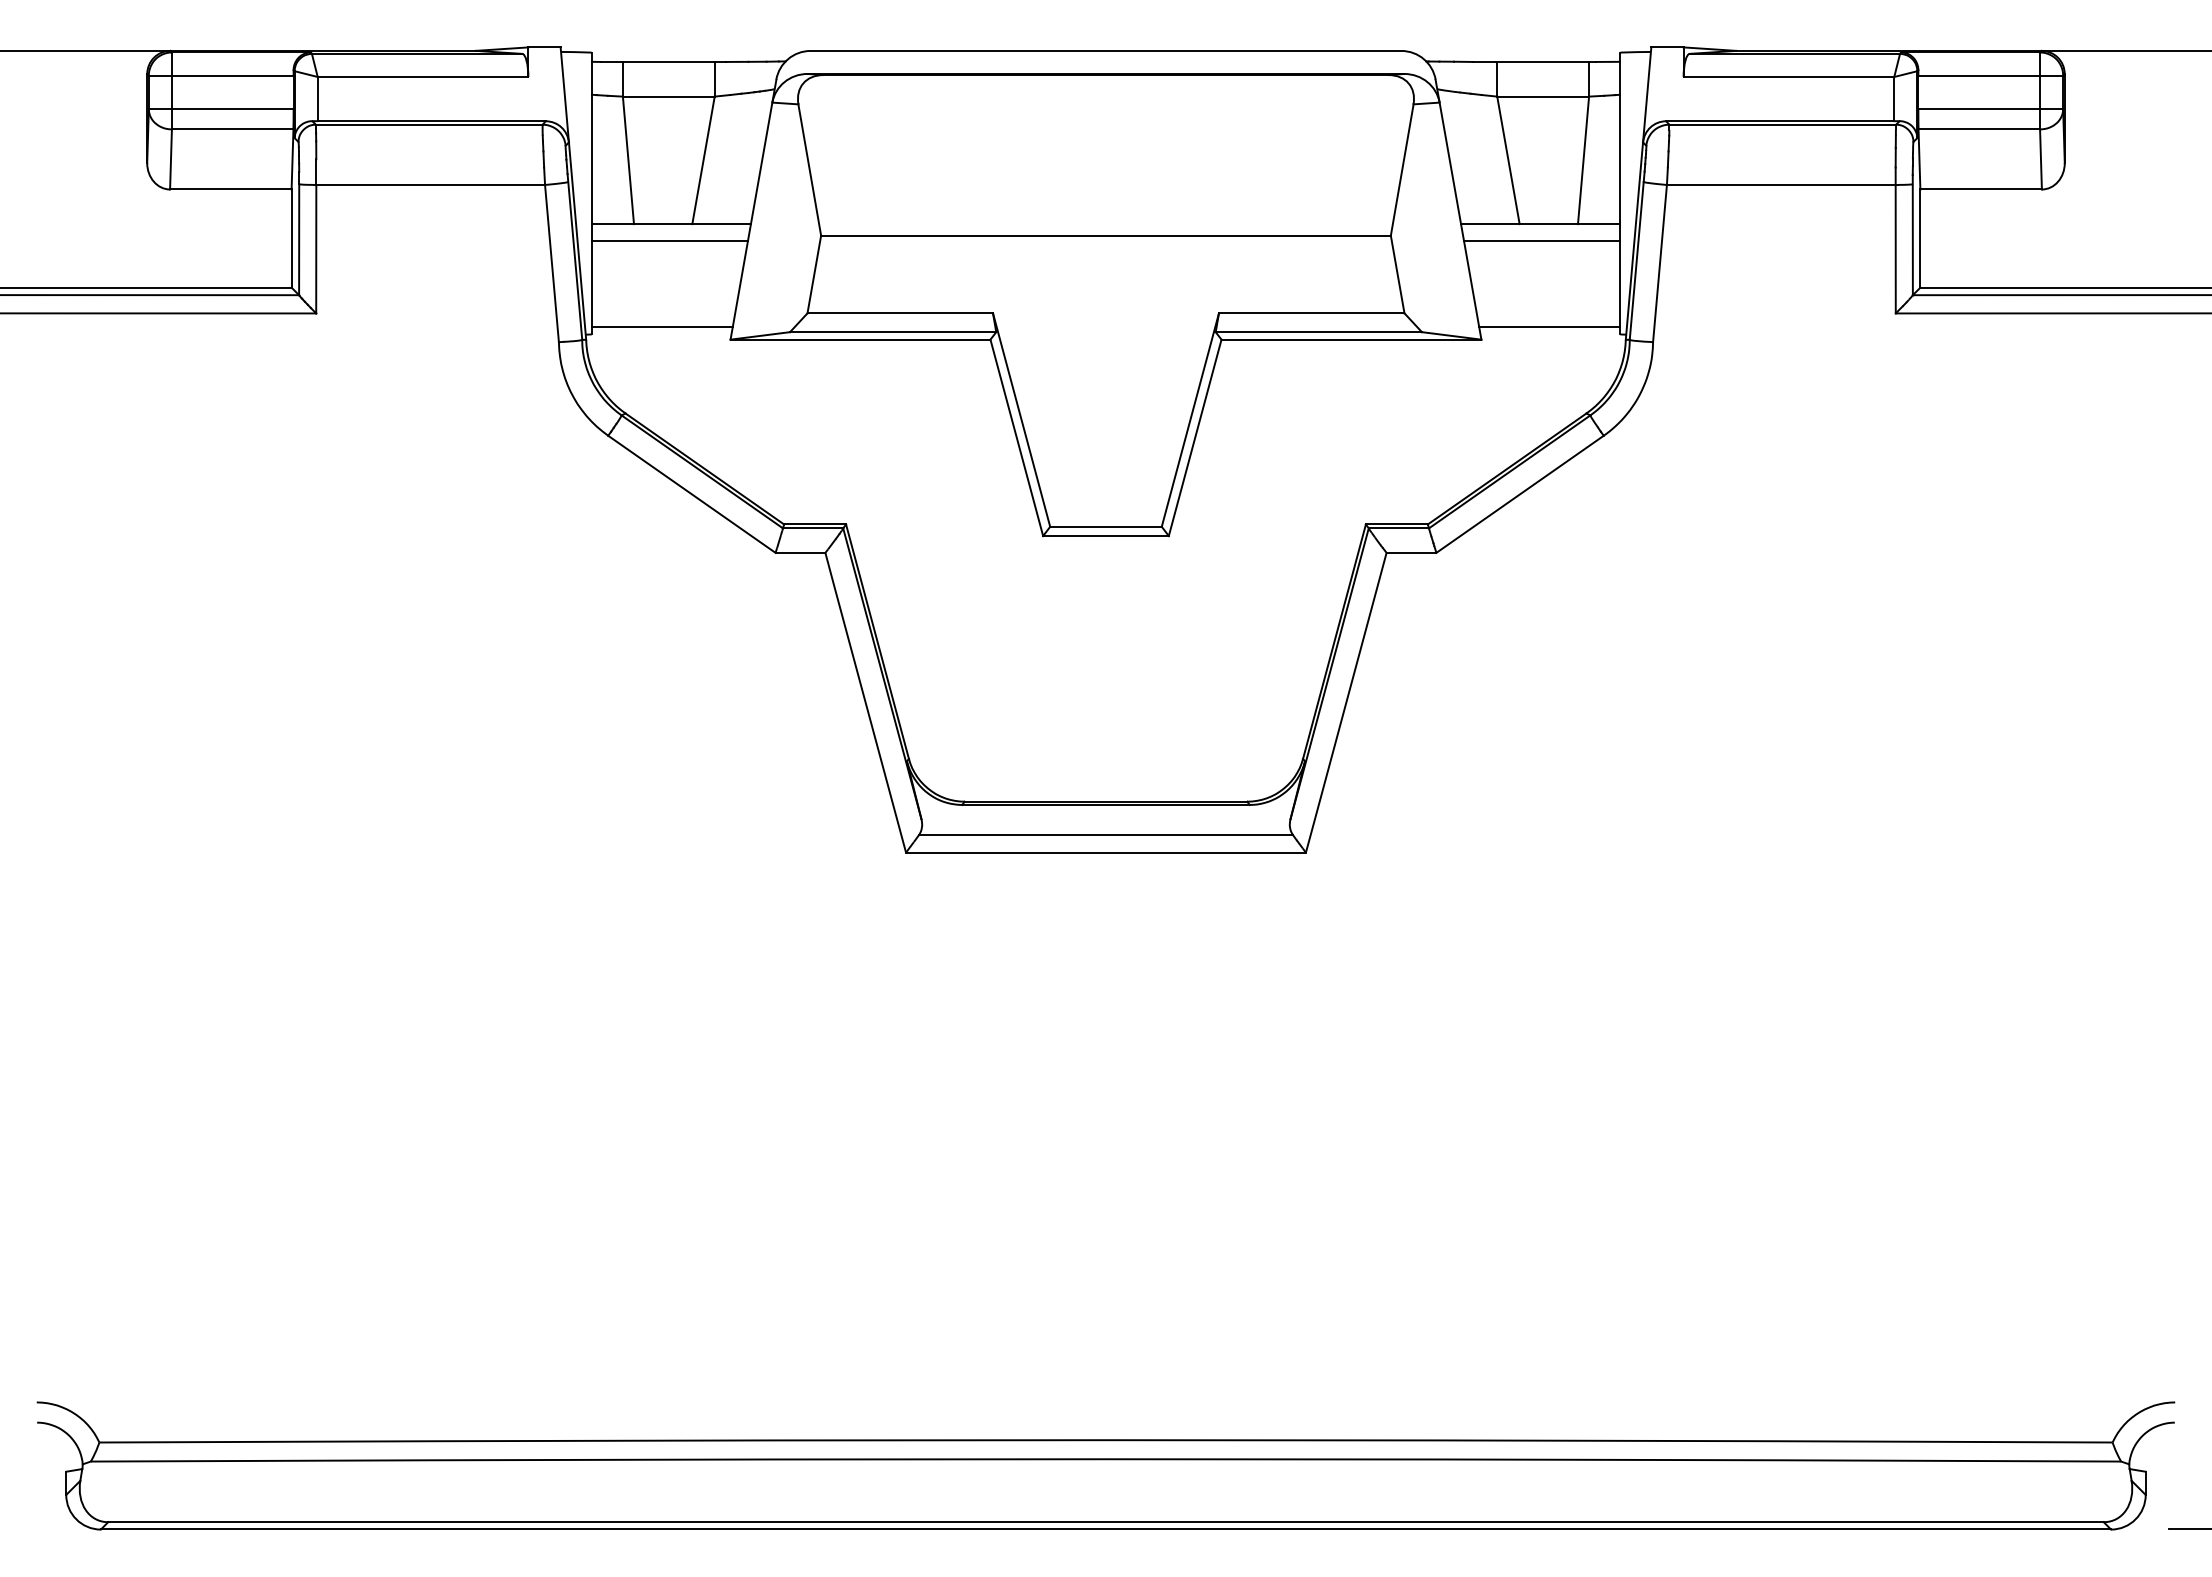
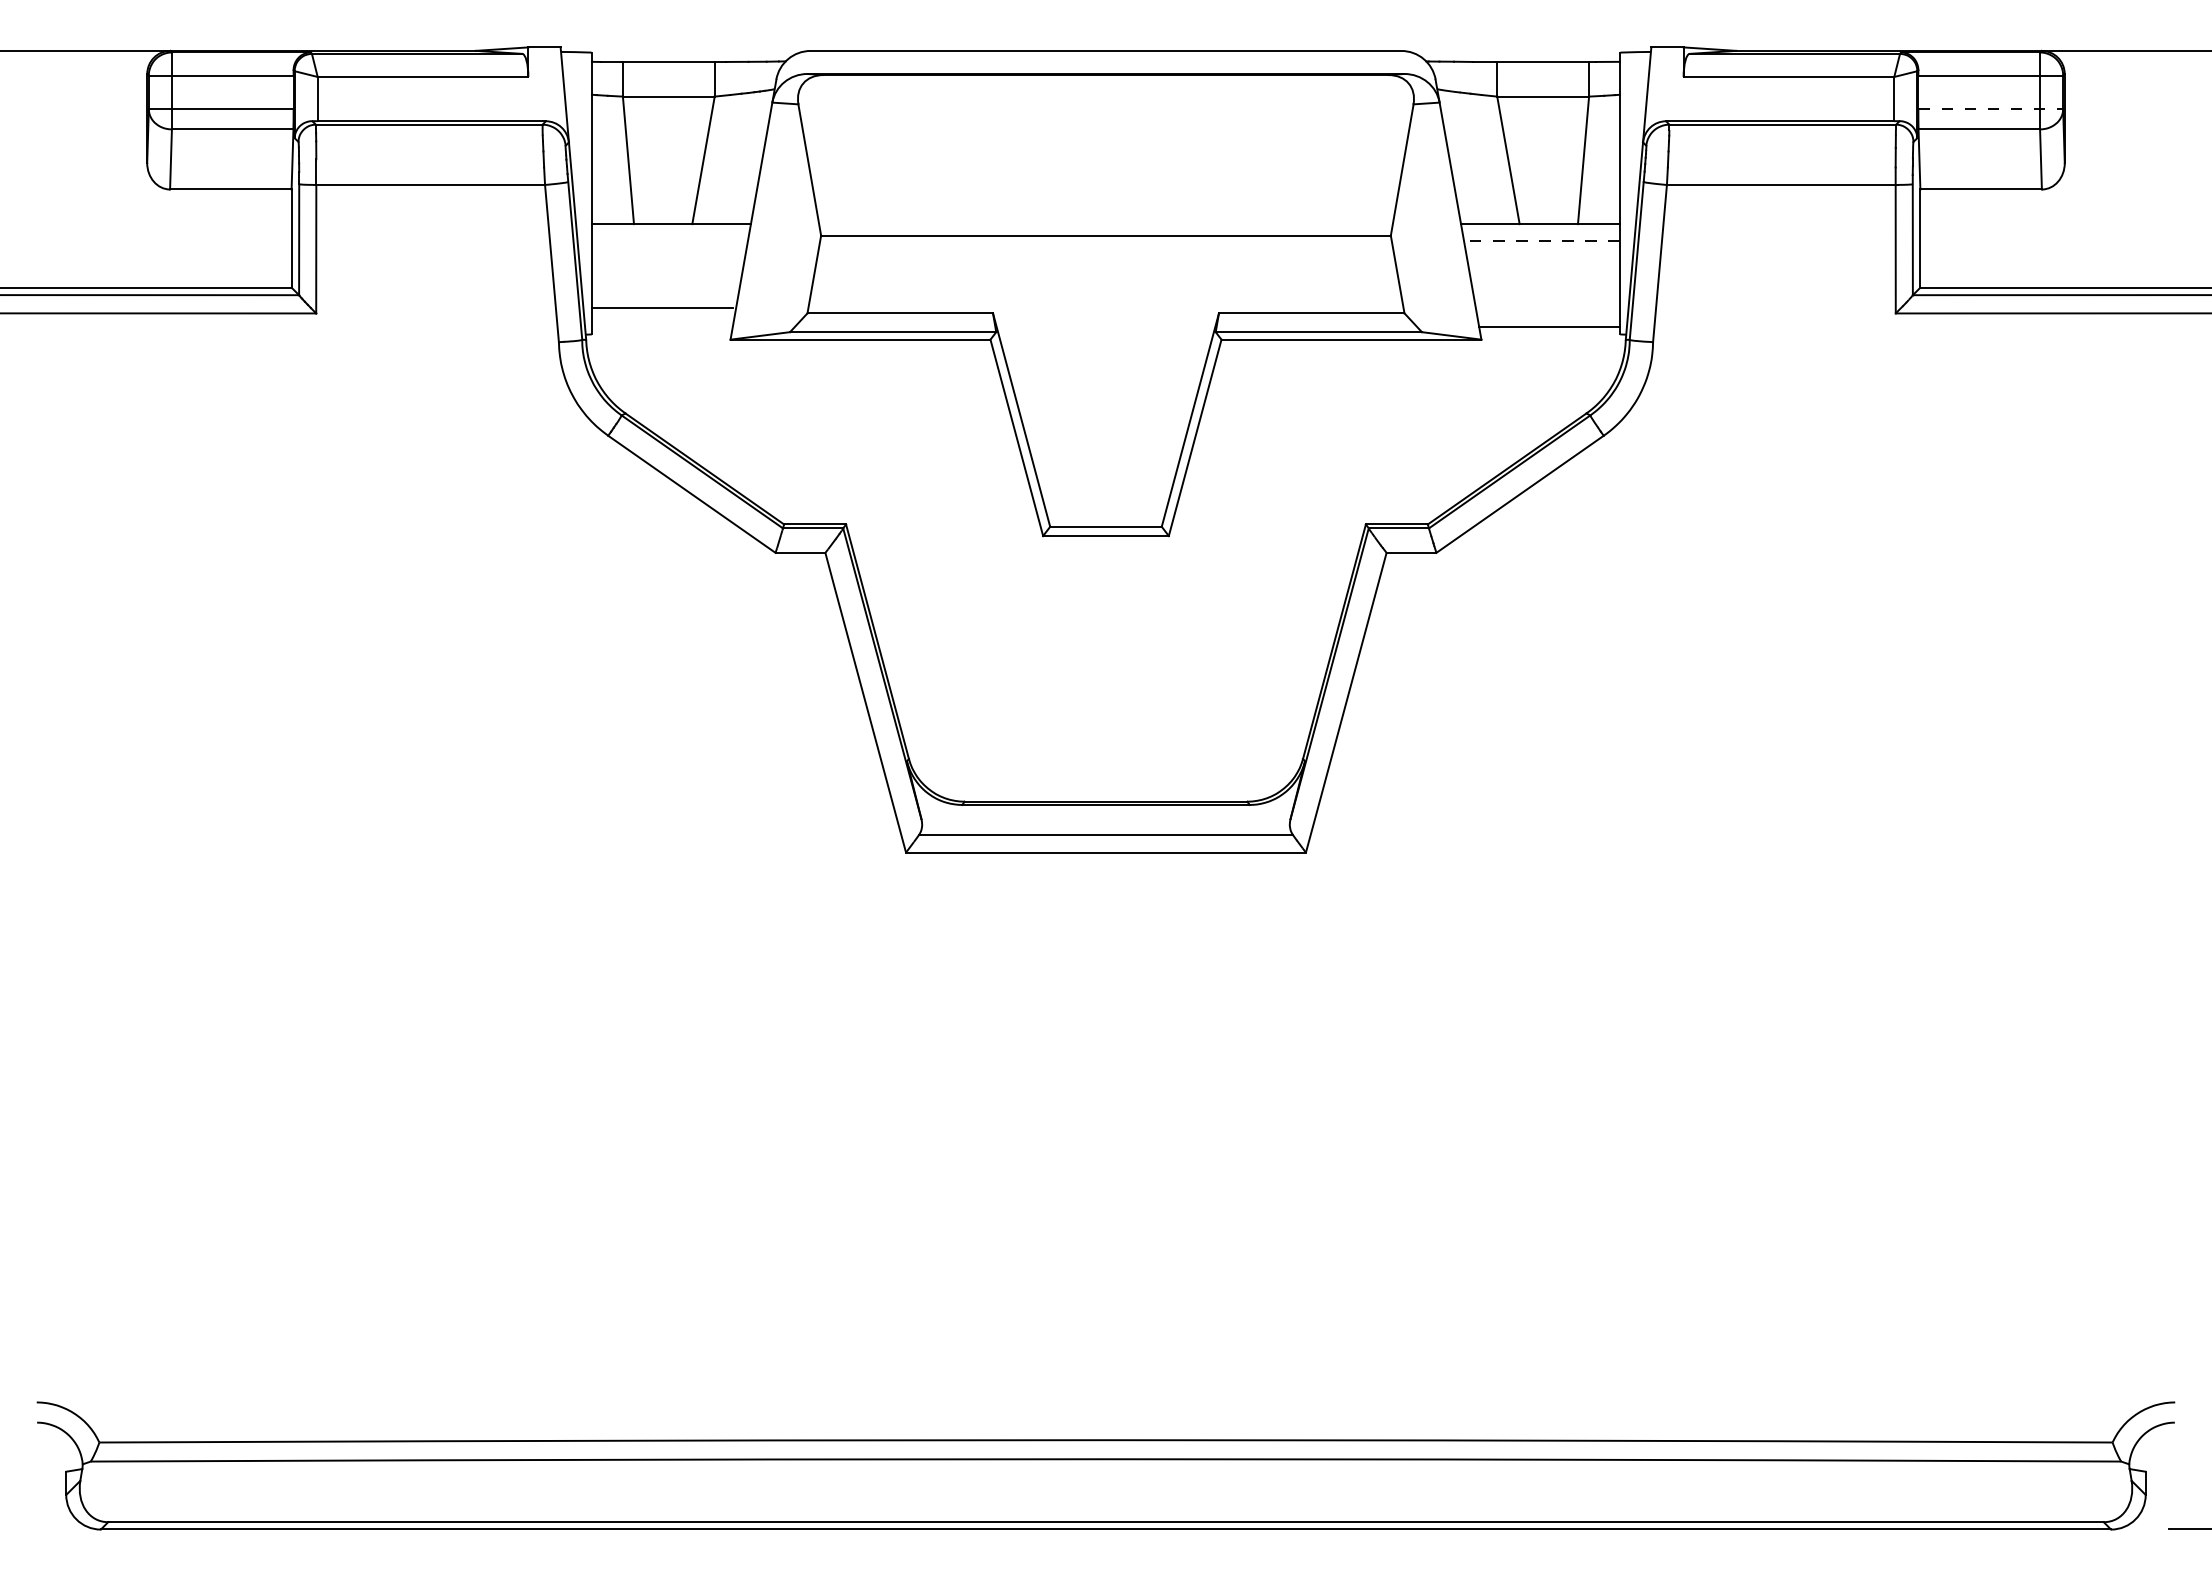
line at (1991, 109): solid -> dashed
line at (669, 241): present -> none
line at (1542, 241): solid -> dashed
line at (661, 327) position: (661, 327) -> (661, 308)
